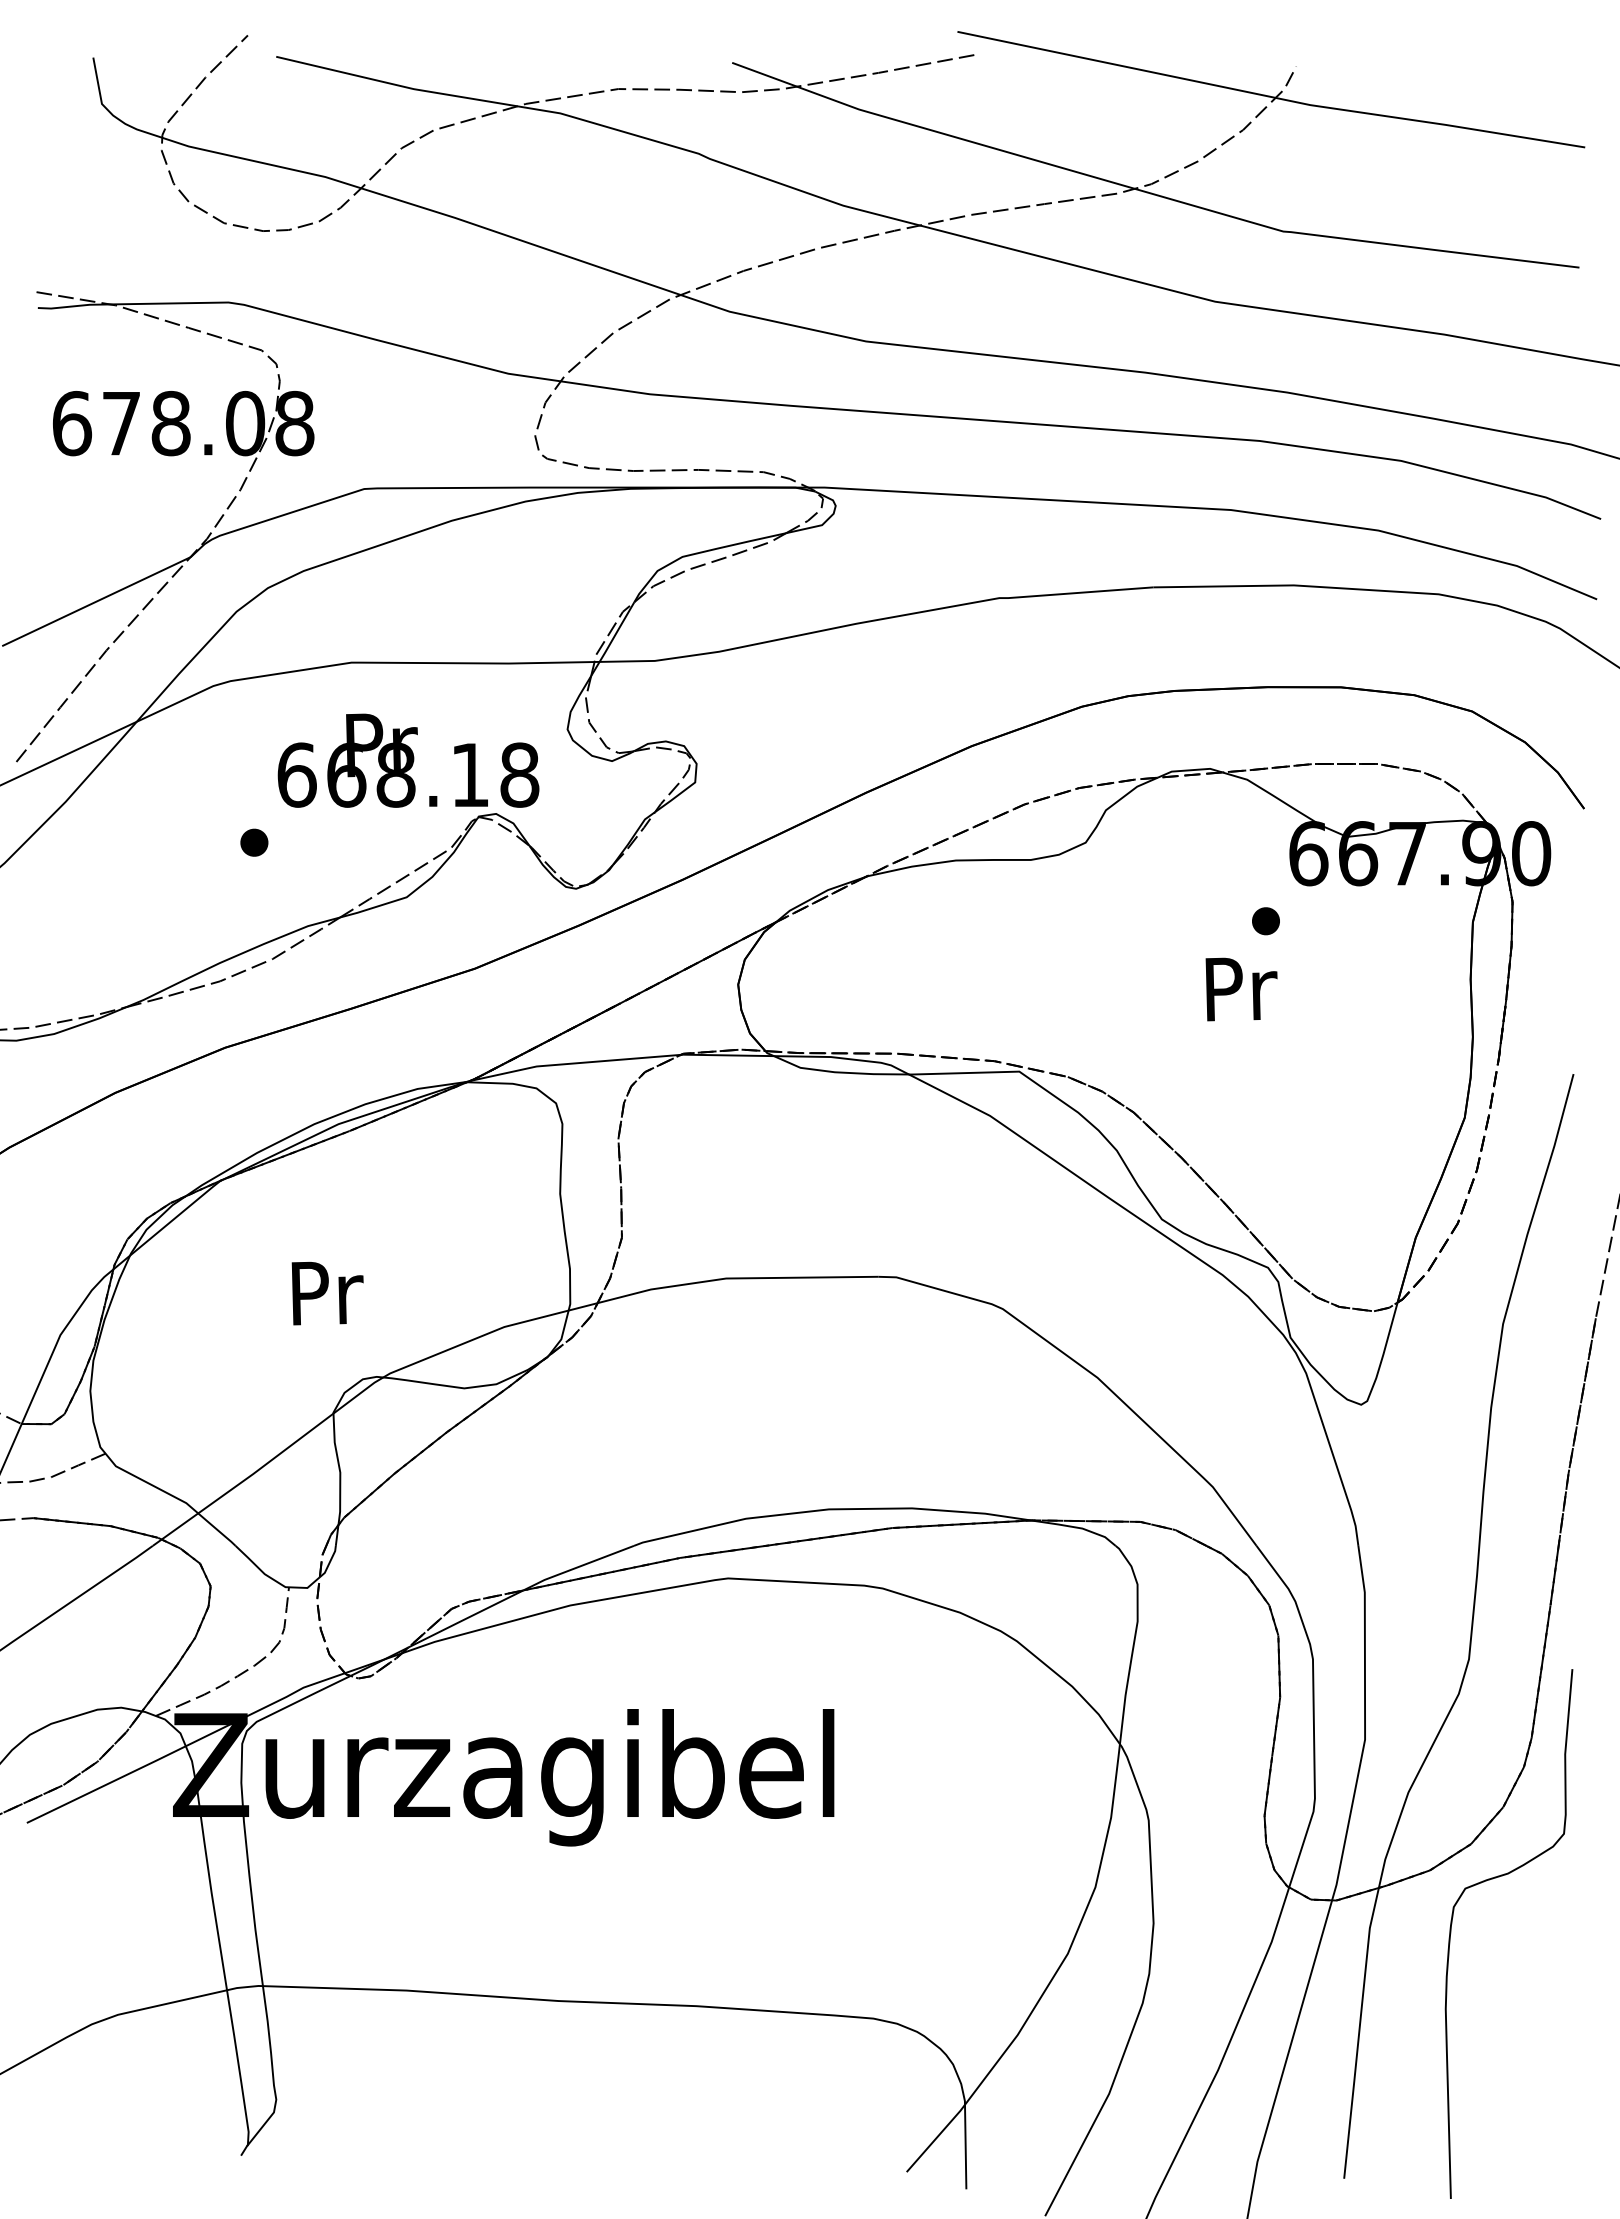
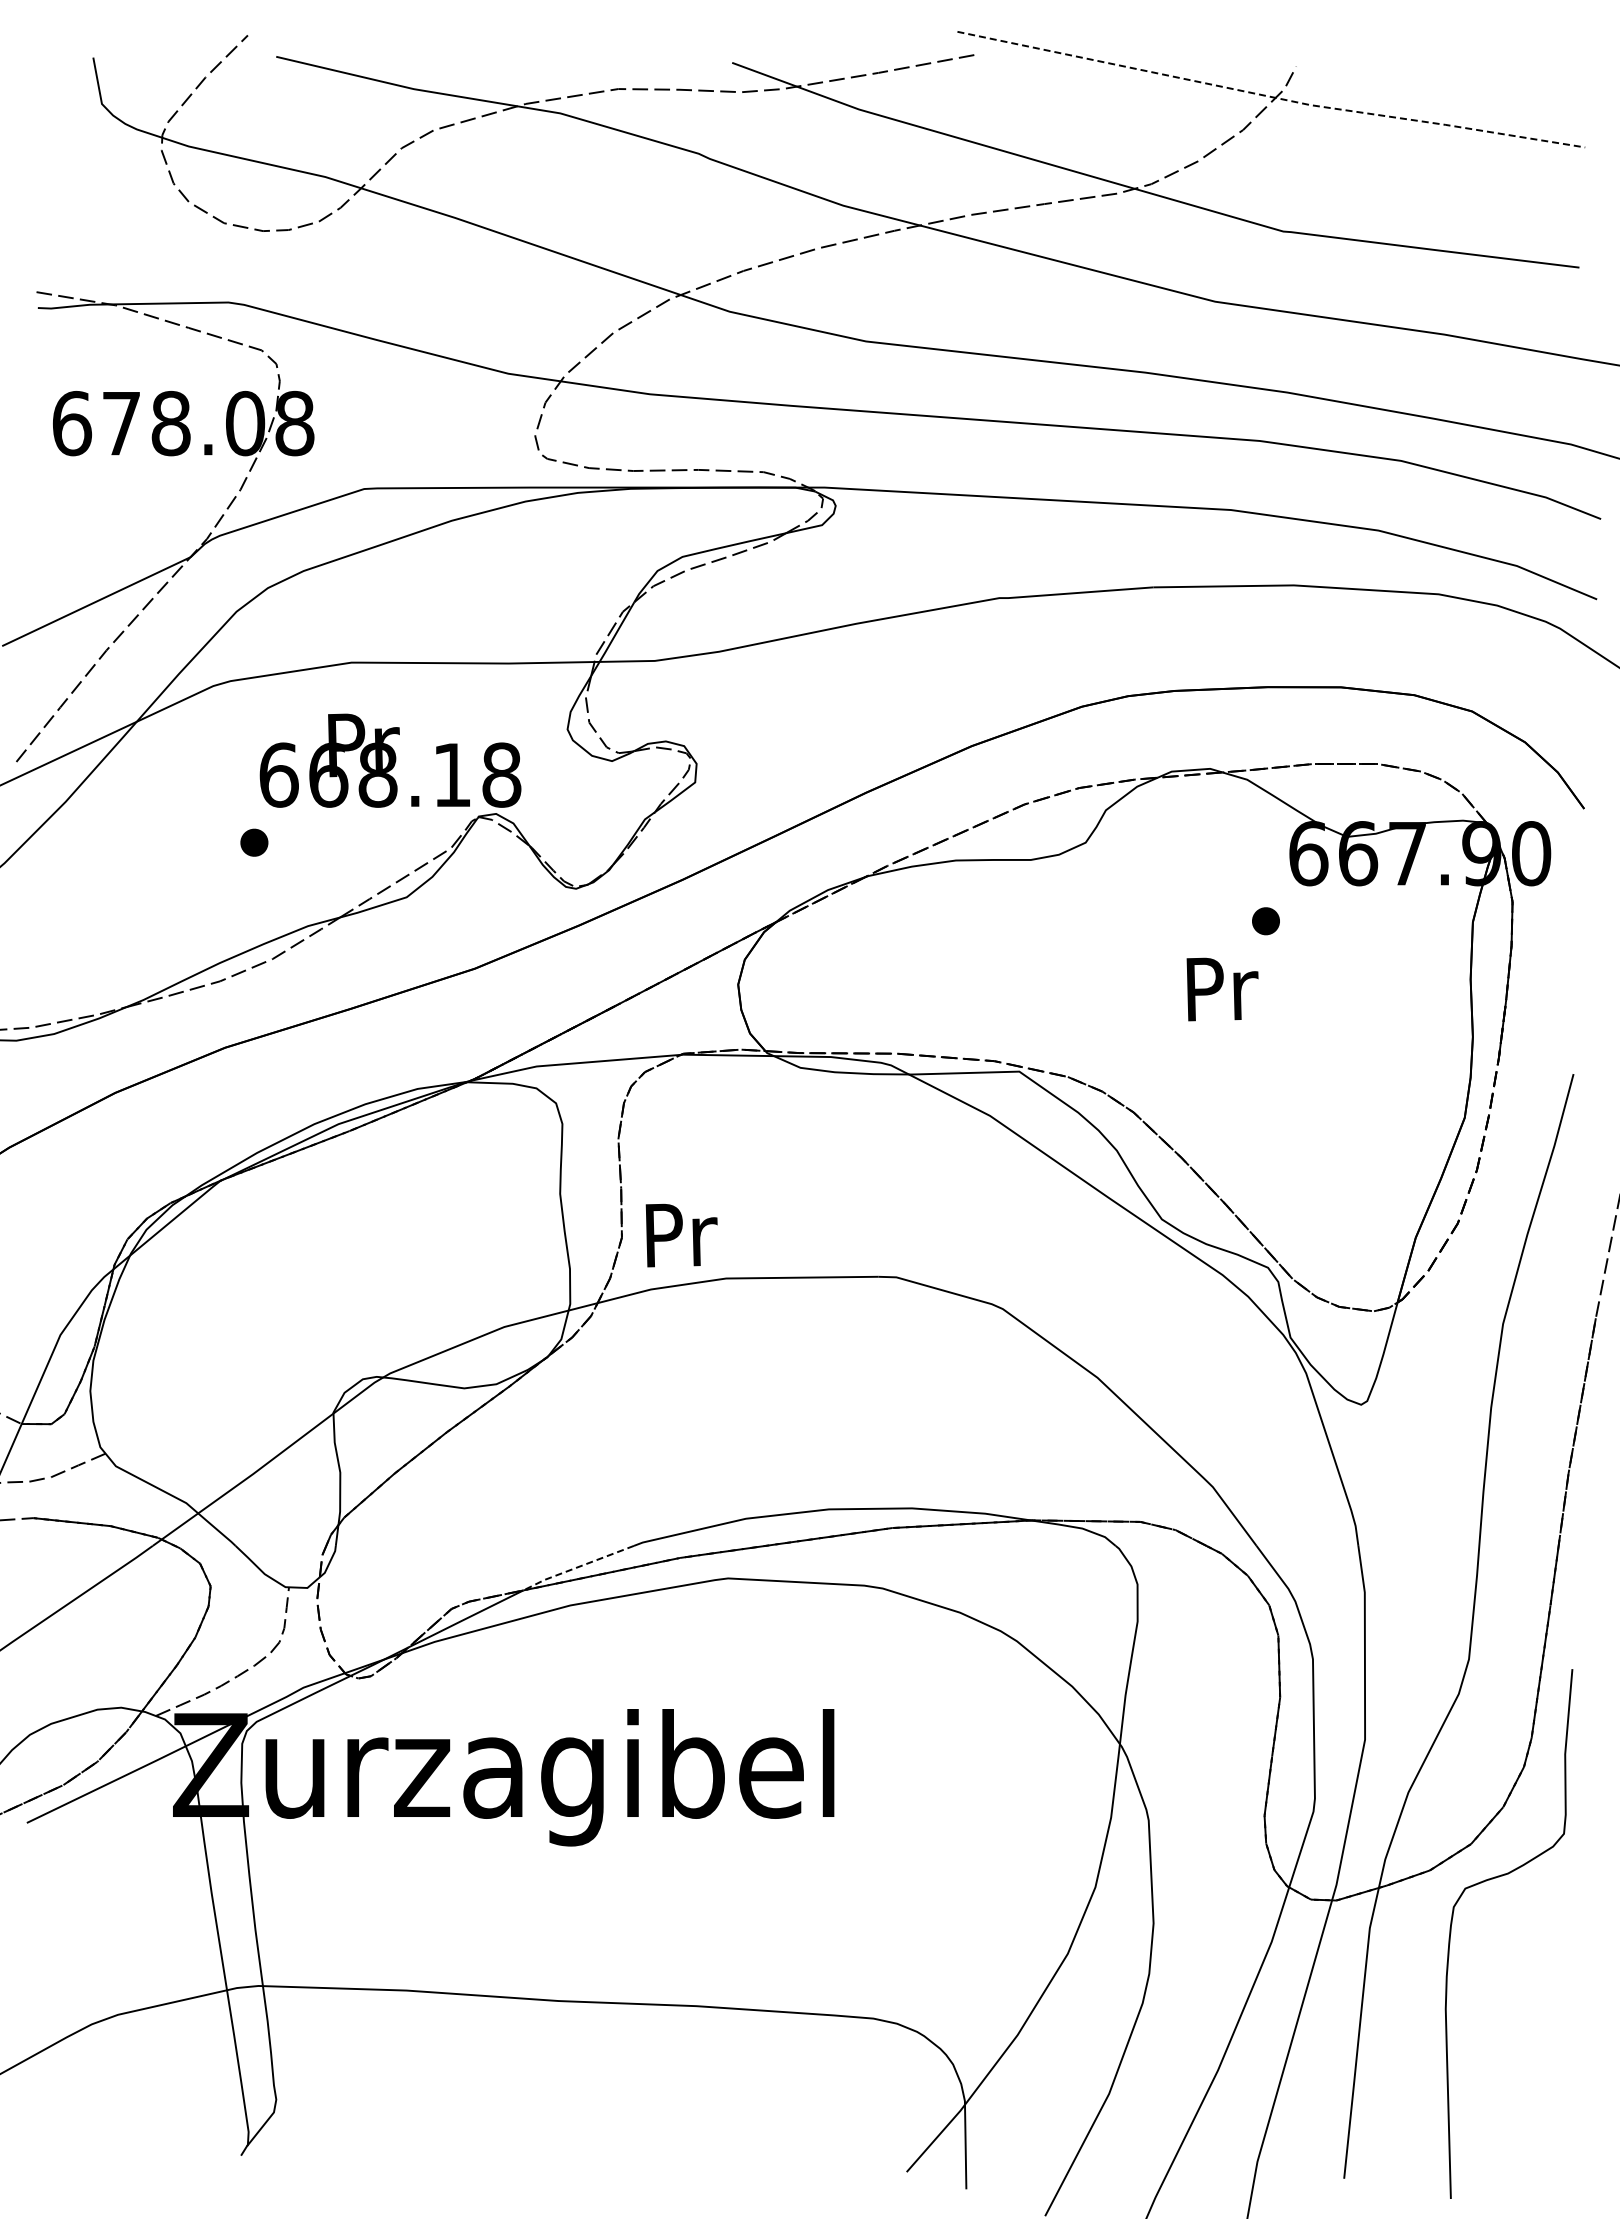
line at (1272, 97): solid -> dashed
text at (408, 760) position: (408, 760) -> (390, 760)
text at (1241, 989) position: (1241, 989) -> (1222, 989)
text at (327, 1293) position: (327, 1293) -> (681, 1235)
line at (577, 1567): solid -> dashed
